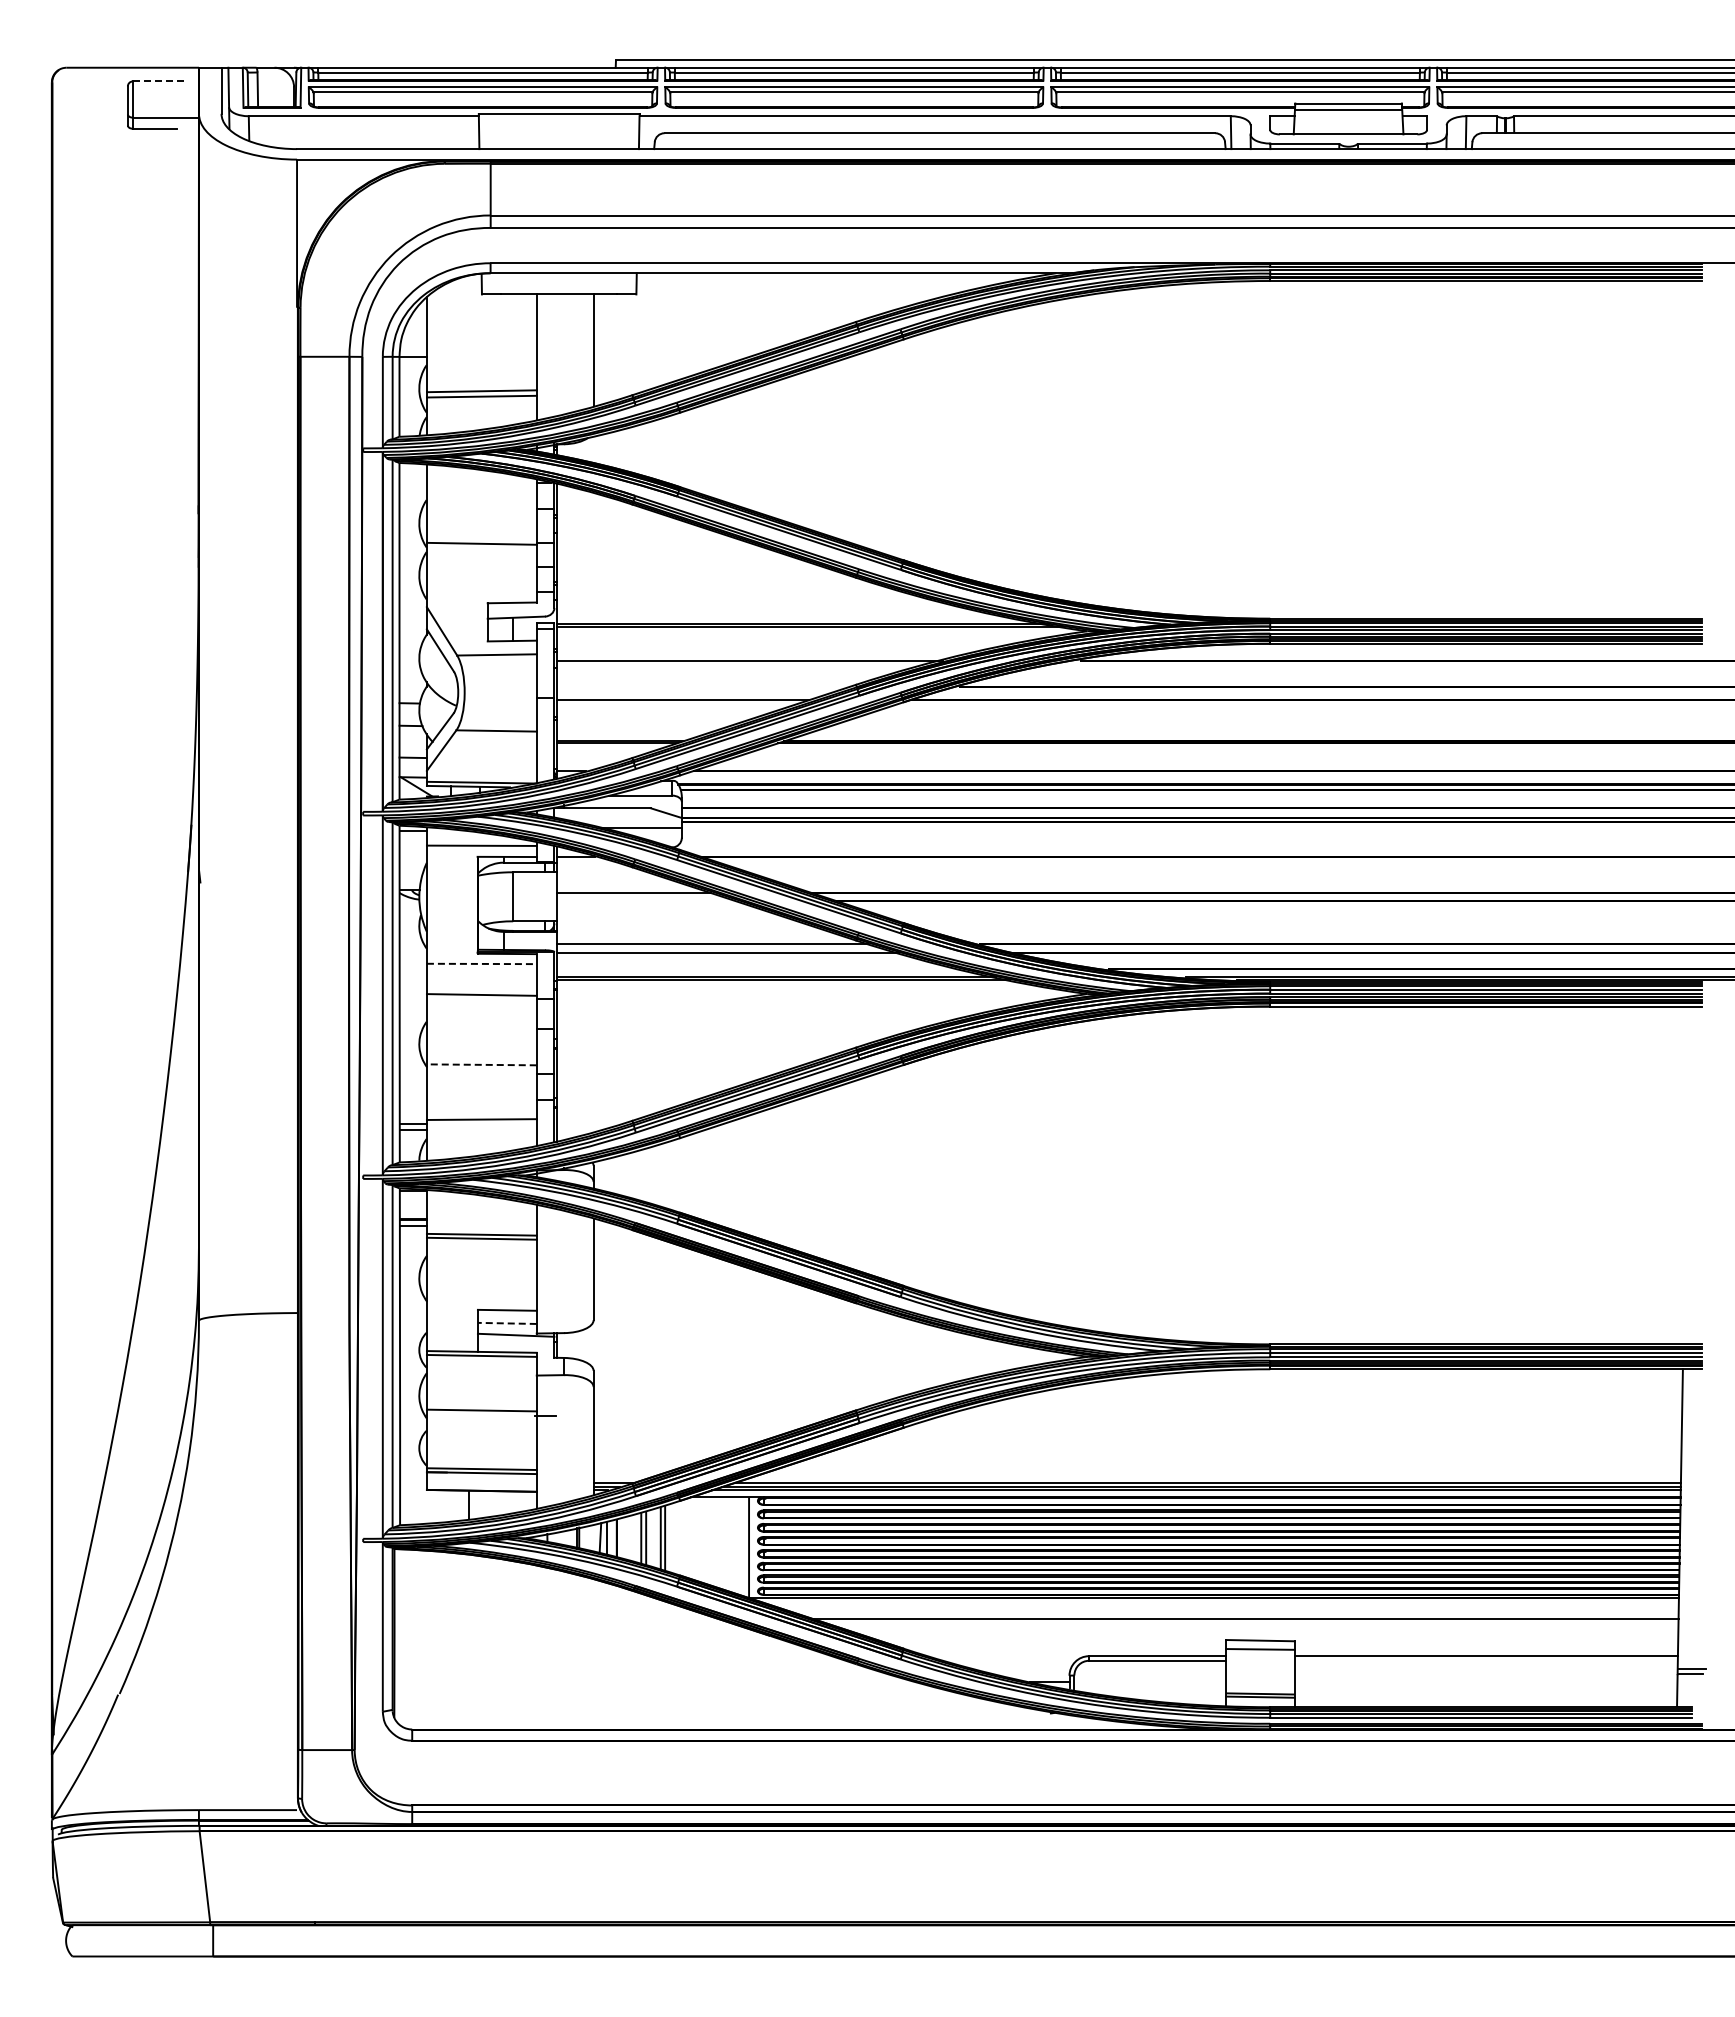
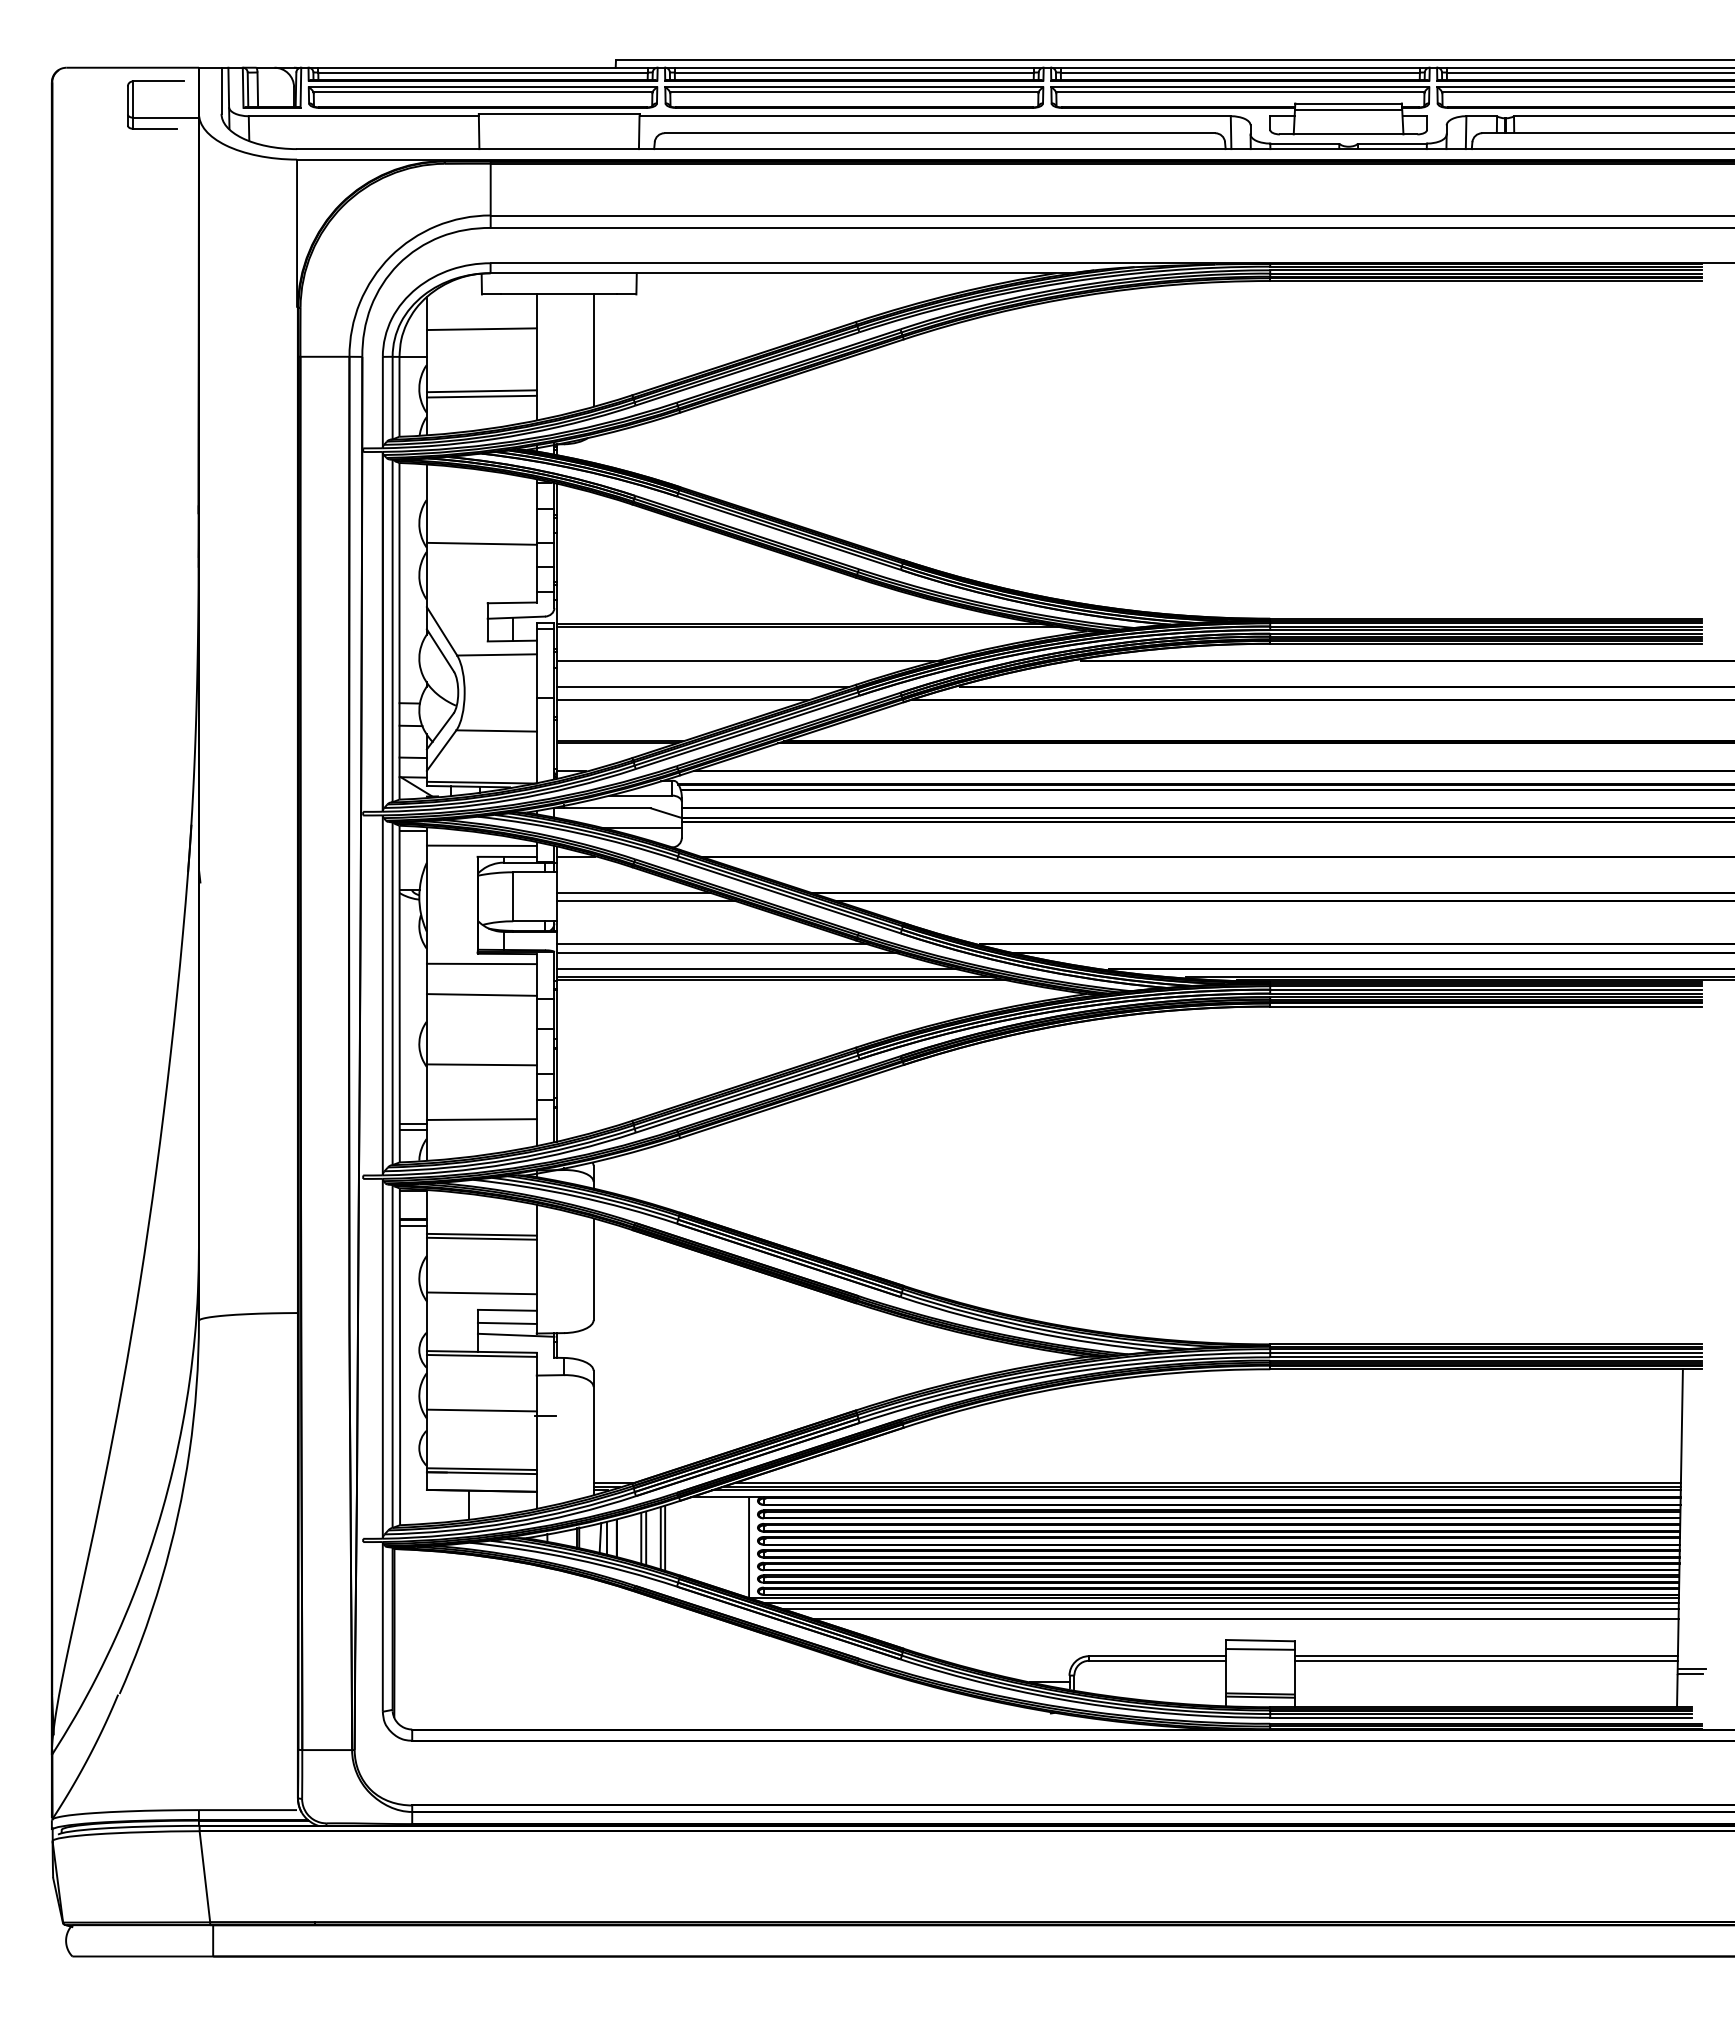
line at (158, 81): dashed -> solid
line at (481, 329): none -> present
line at (702, 687): none -> present
line at (645, 901): none -> present
line at (481, 963): dashed -> solid
line at (757, 969): none -> present
line at (481, 1064): dashed -> solid
line at (481, 1293): none -> present
line at (506, 1323): dashed -> solid
line at (1220, 1602): none -> present
line at (1230, 1609): none -> present
line at (1485, 1660): none -> present
